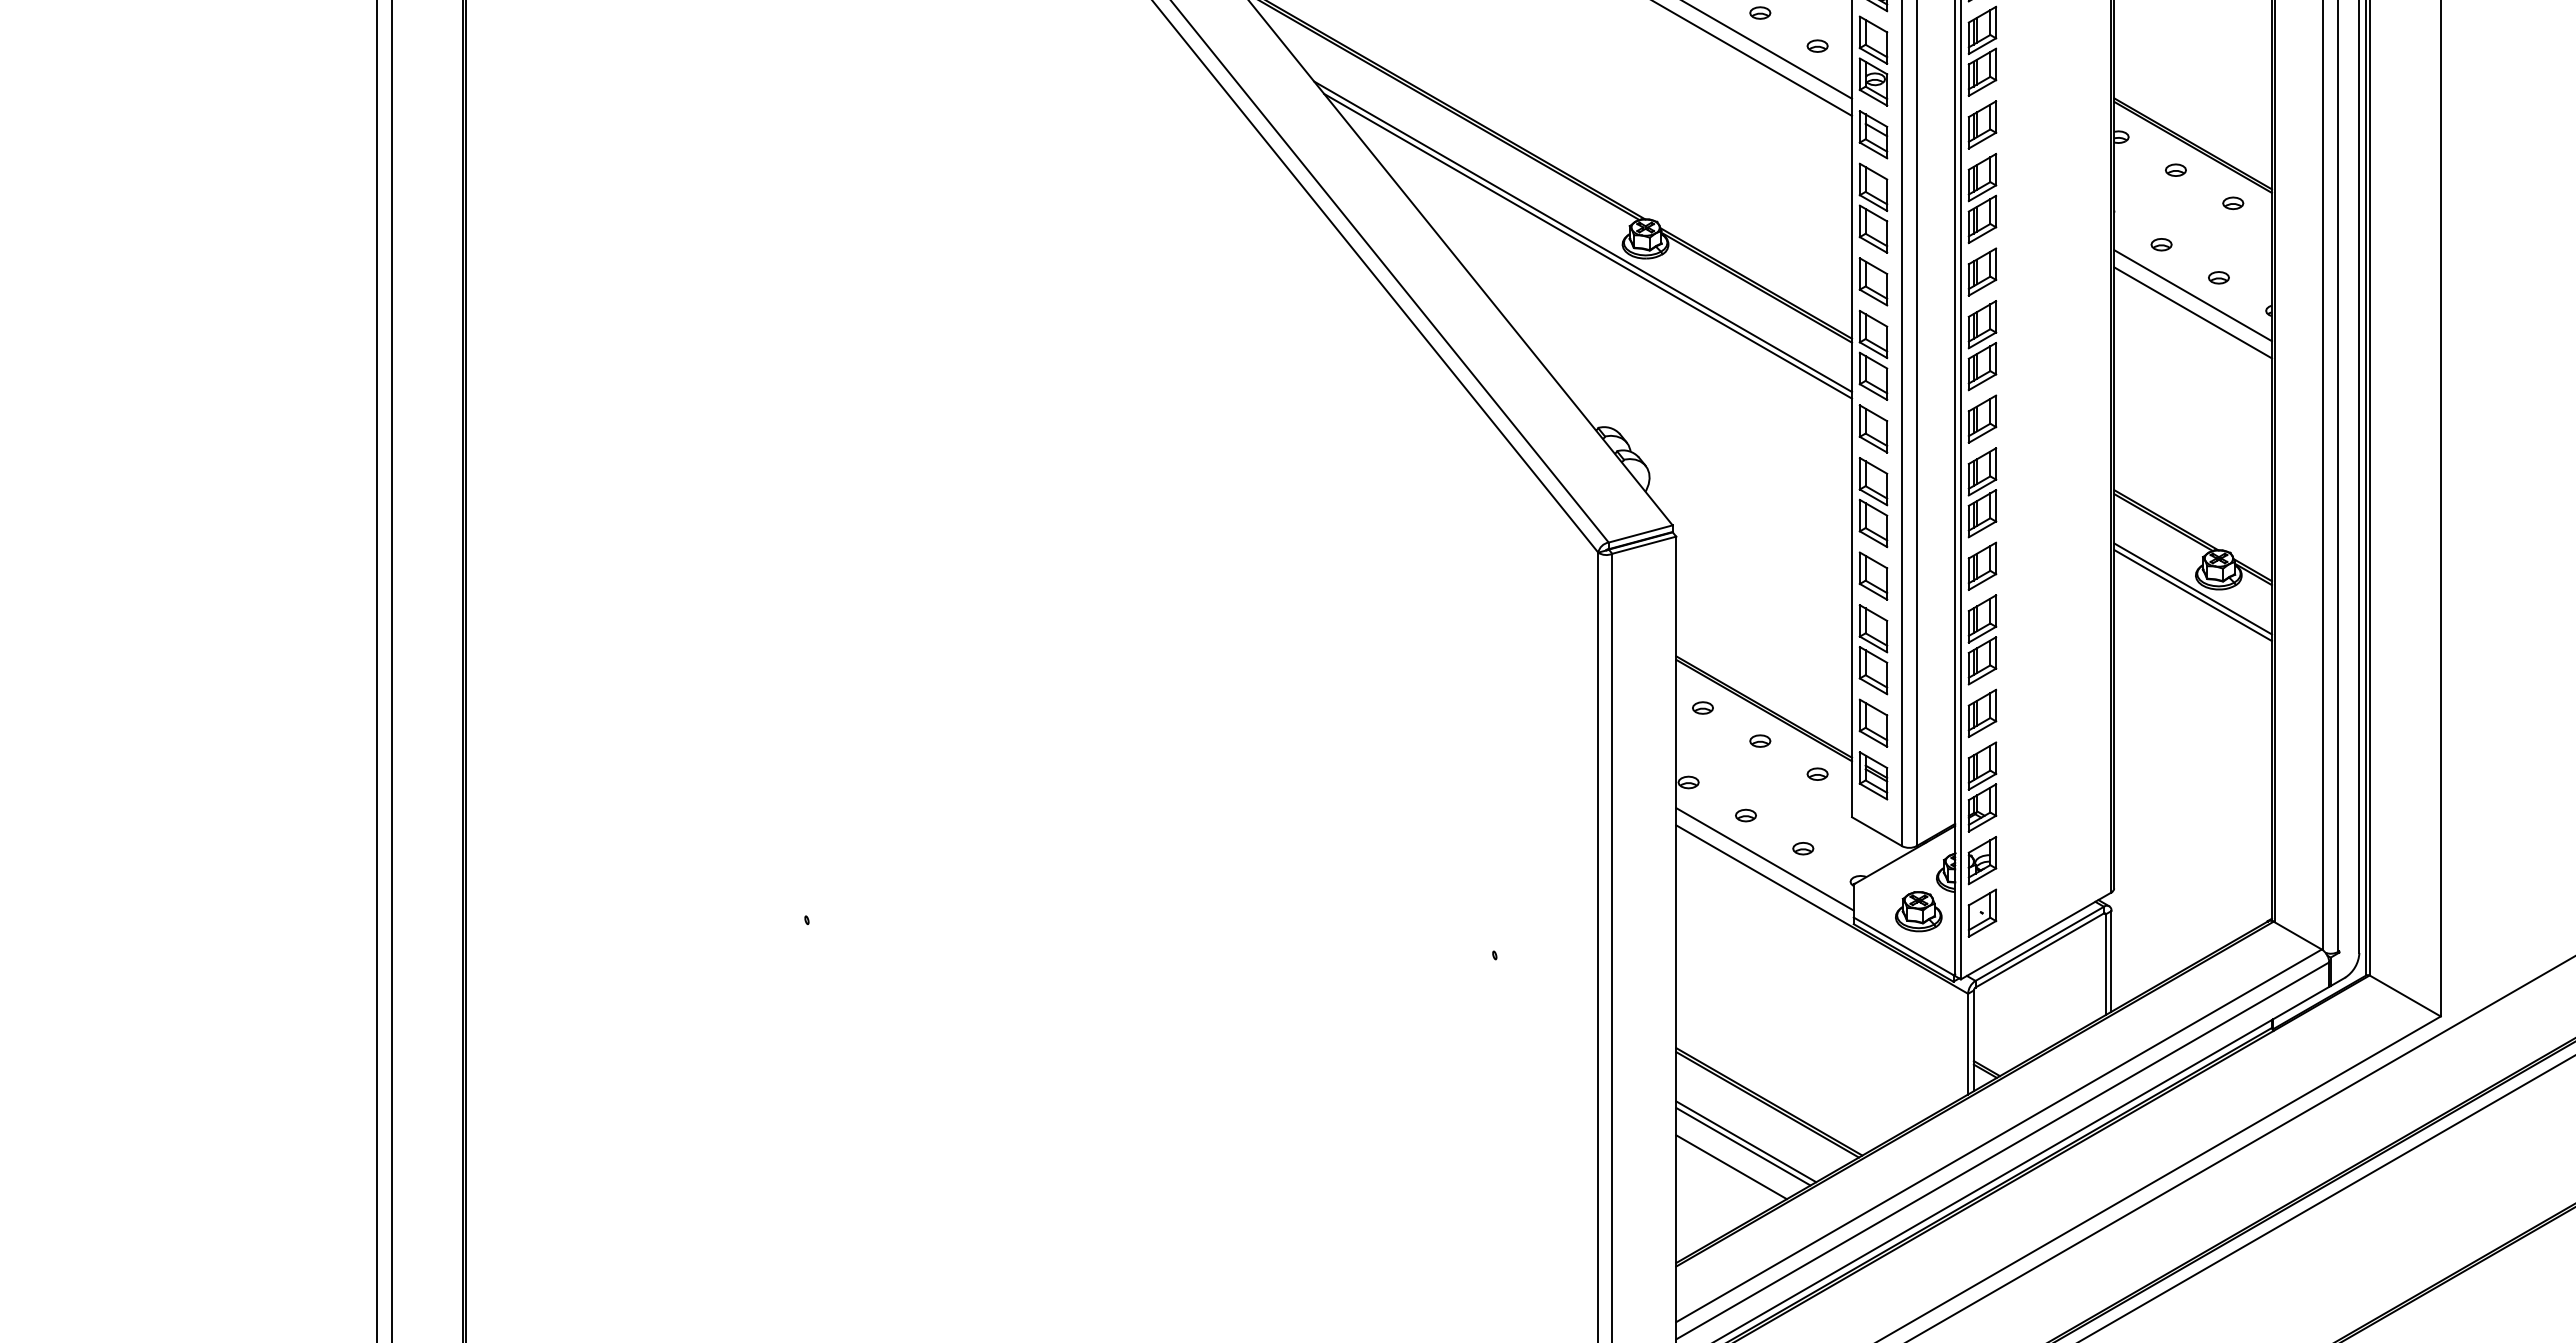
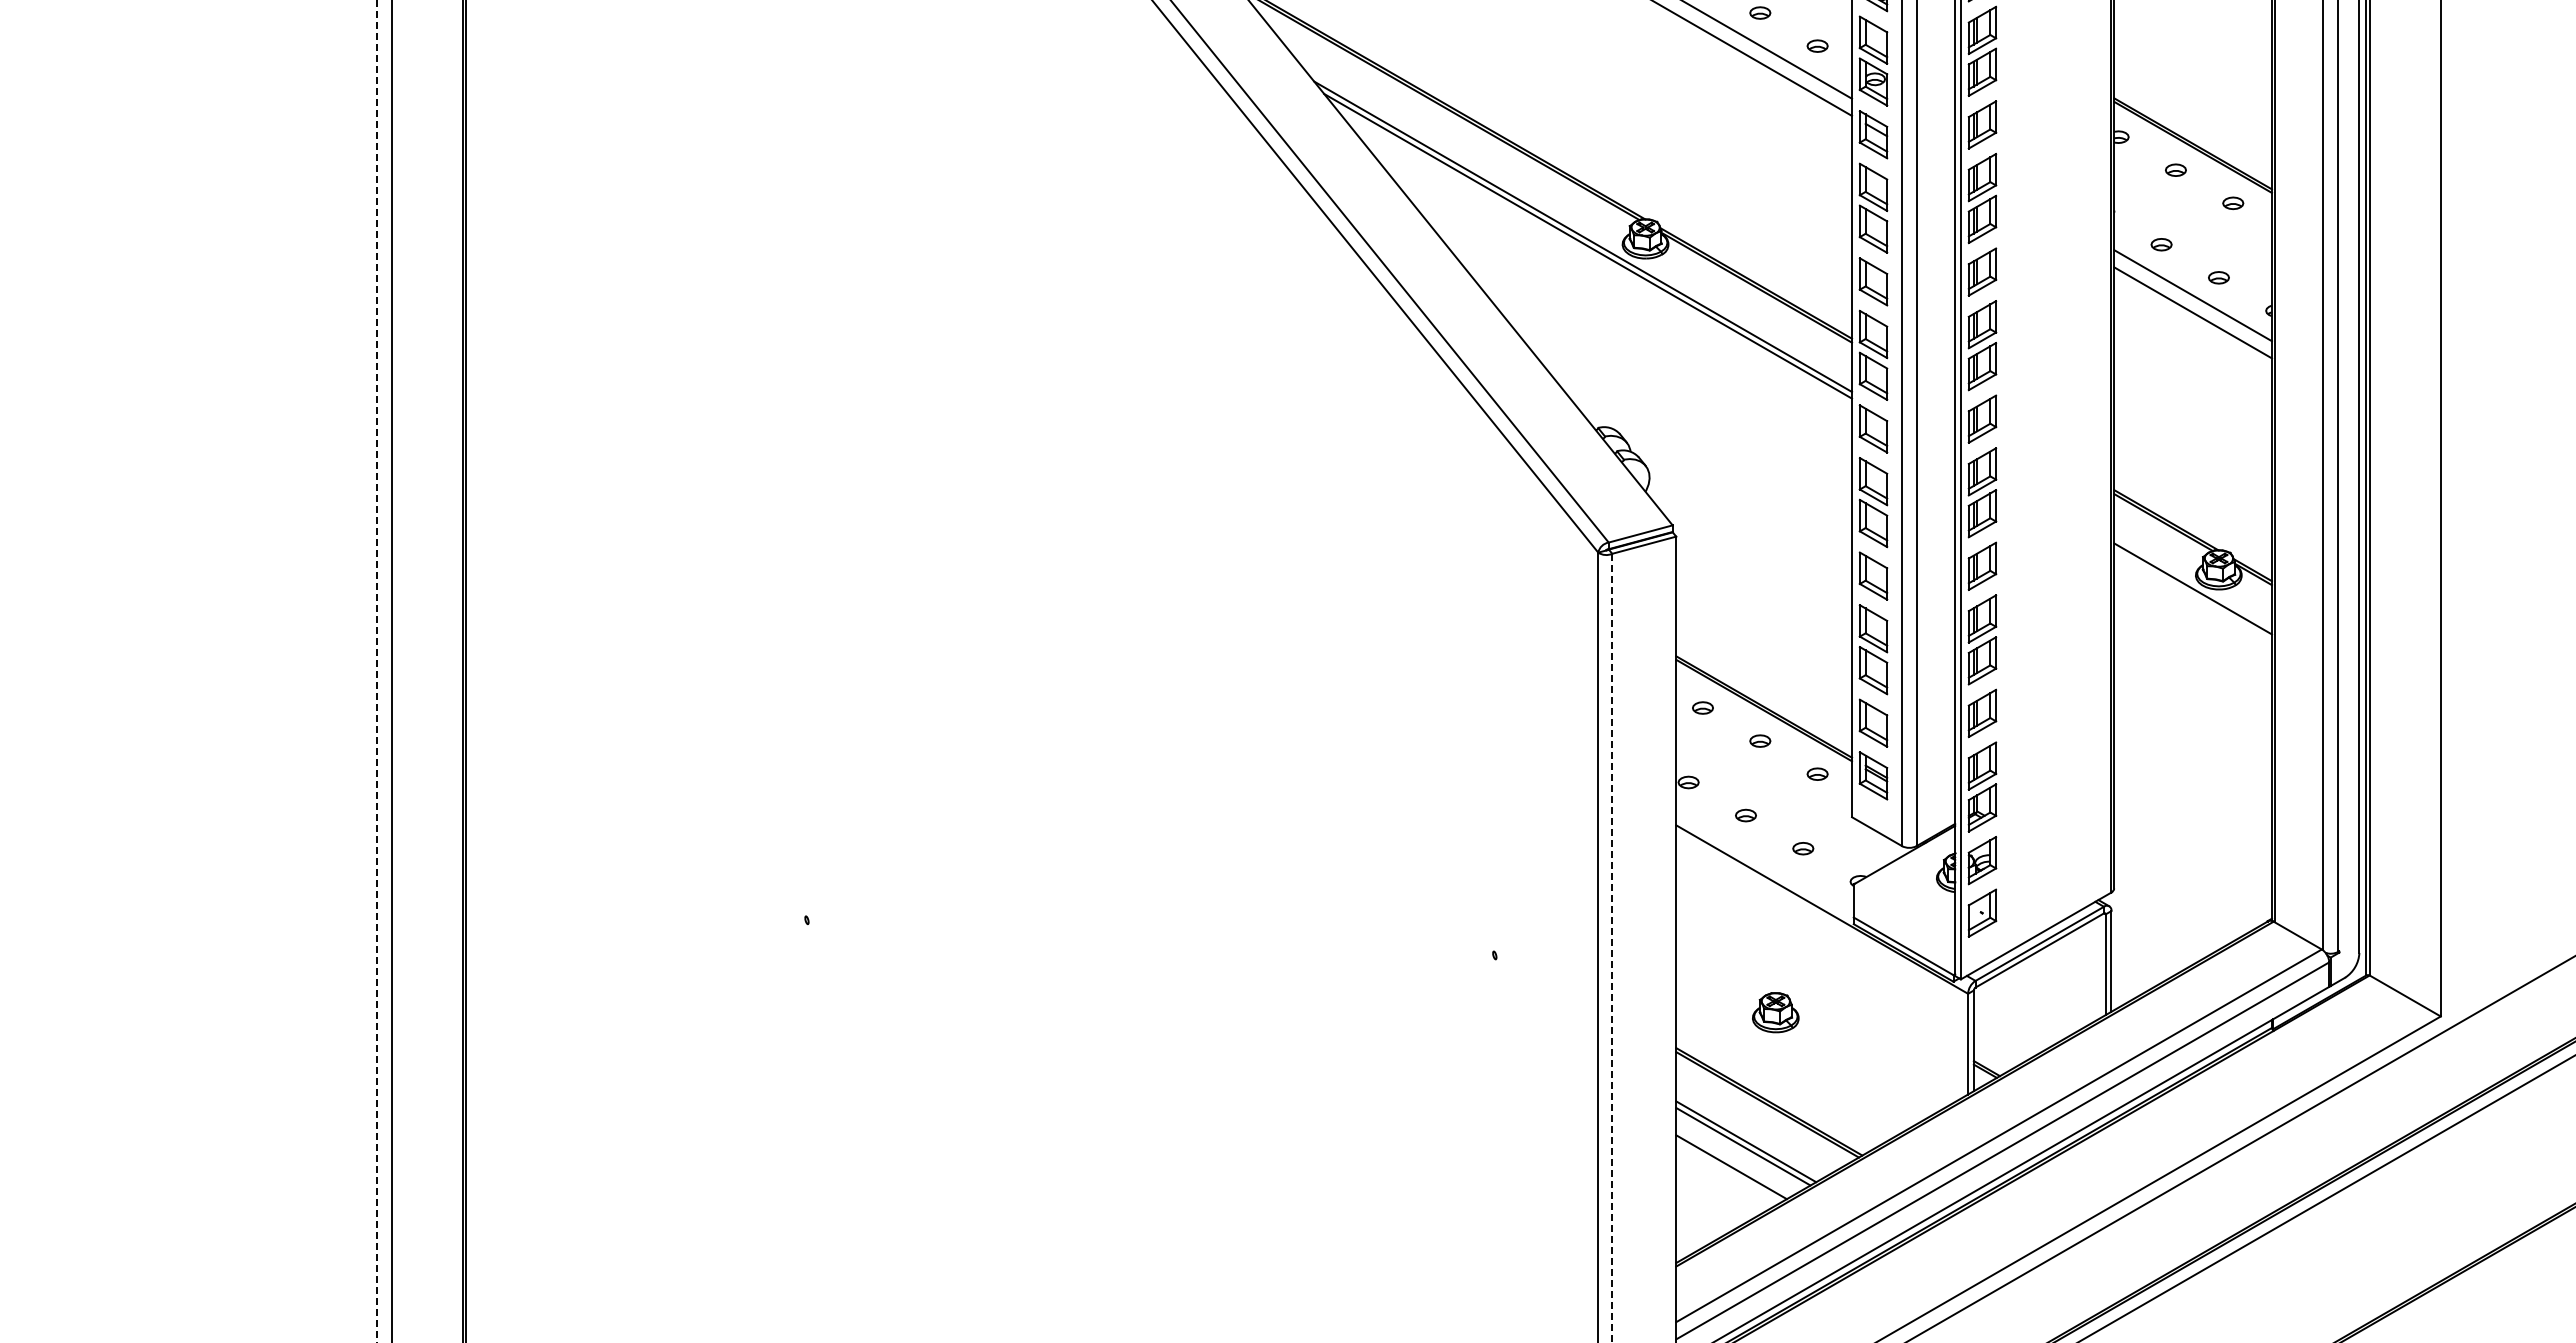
line at (2193, 595): present -> none
line at (377, 671): solid -> dashed
line at (1764, 859): present -> none
part at (1918, 911) position: (1918, 911) -> (1775, 1012)
line at (1612, 948): solid -> dashed
